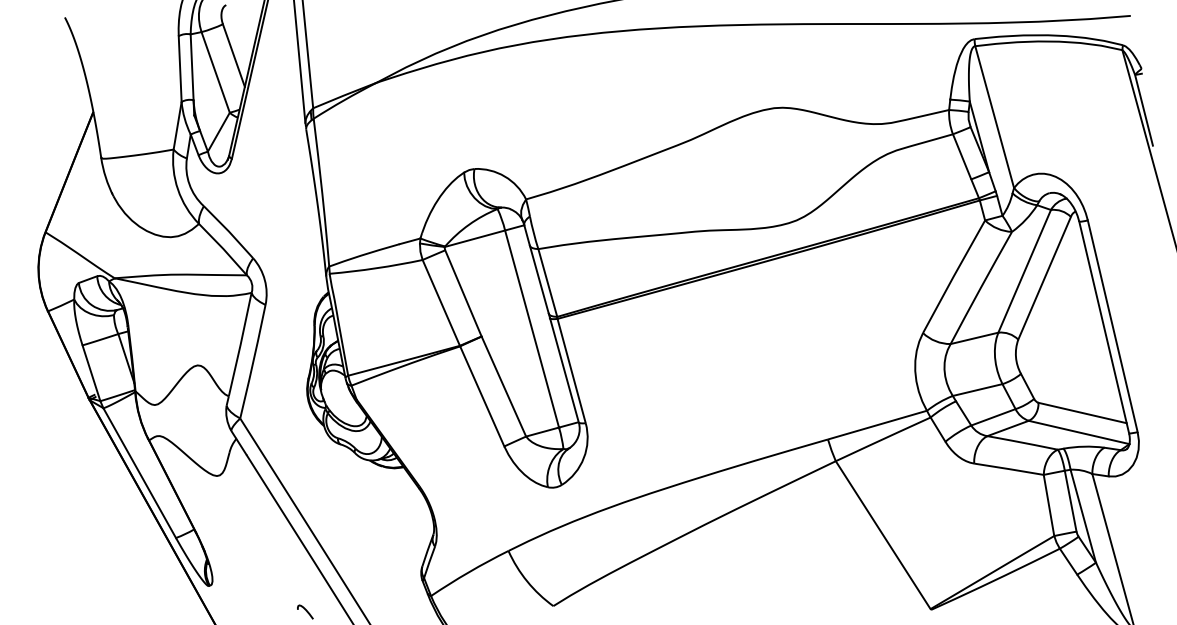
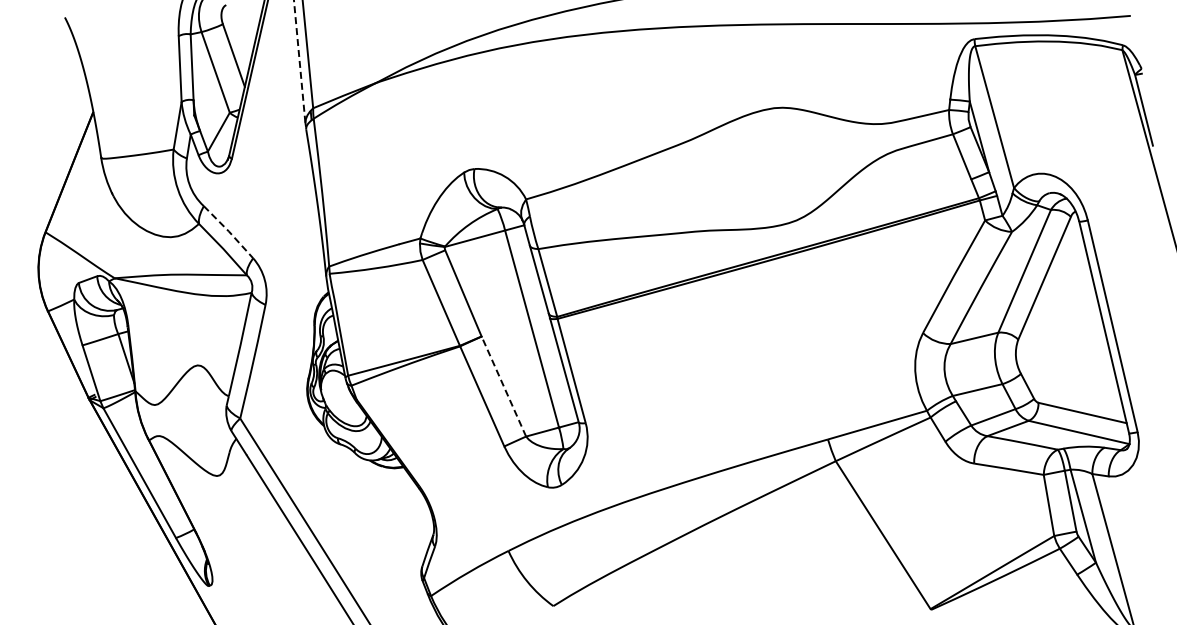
line at (299, 62): solid -> dashed
line at (228, 231): solid -> dashed
line at (503, 386): solid -> dashed
curve at (305, 610): present -> none
